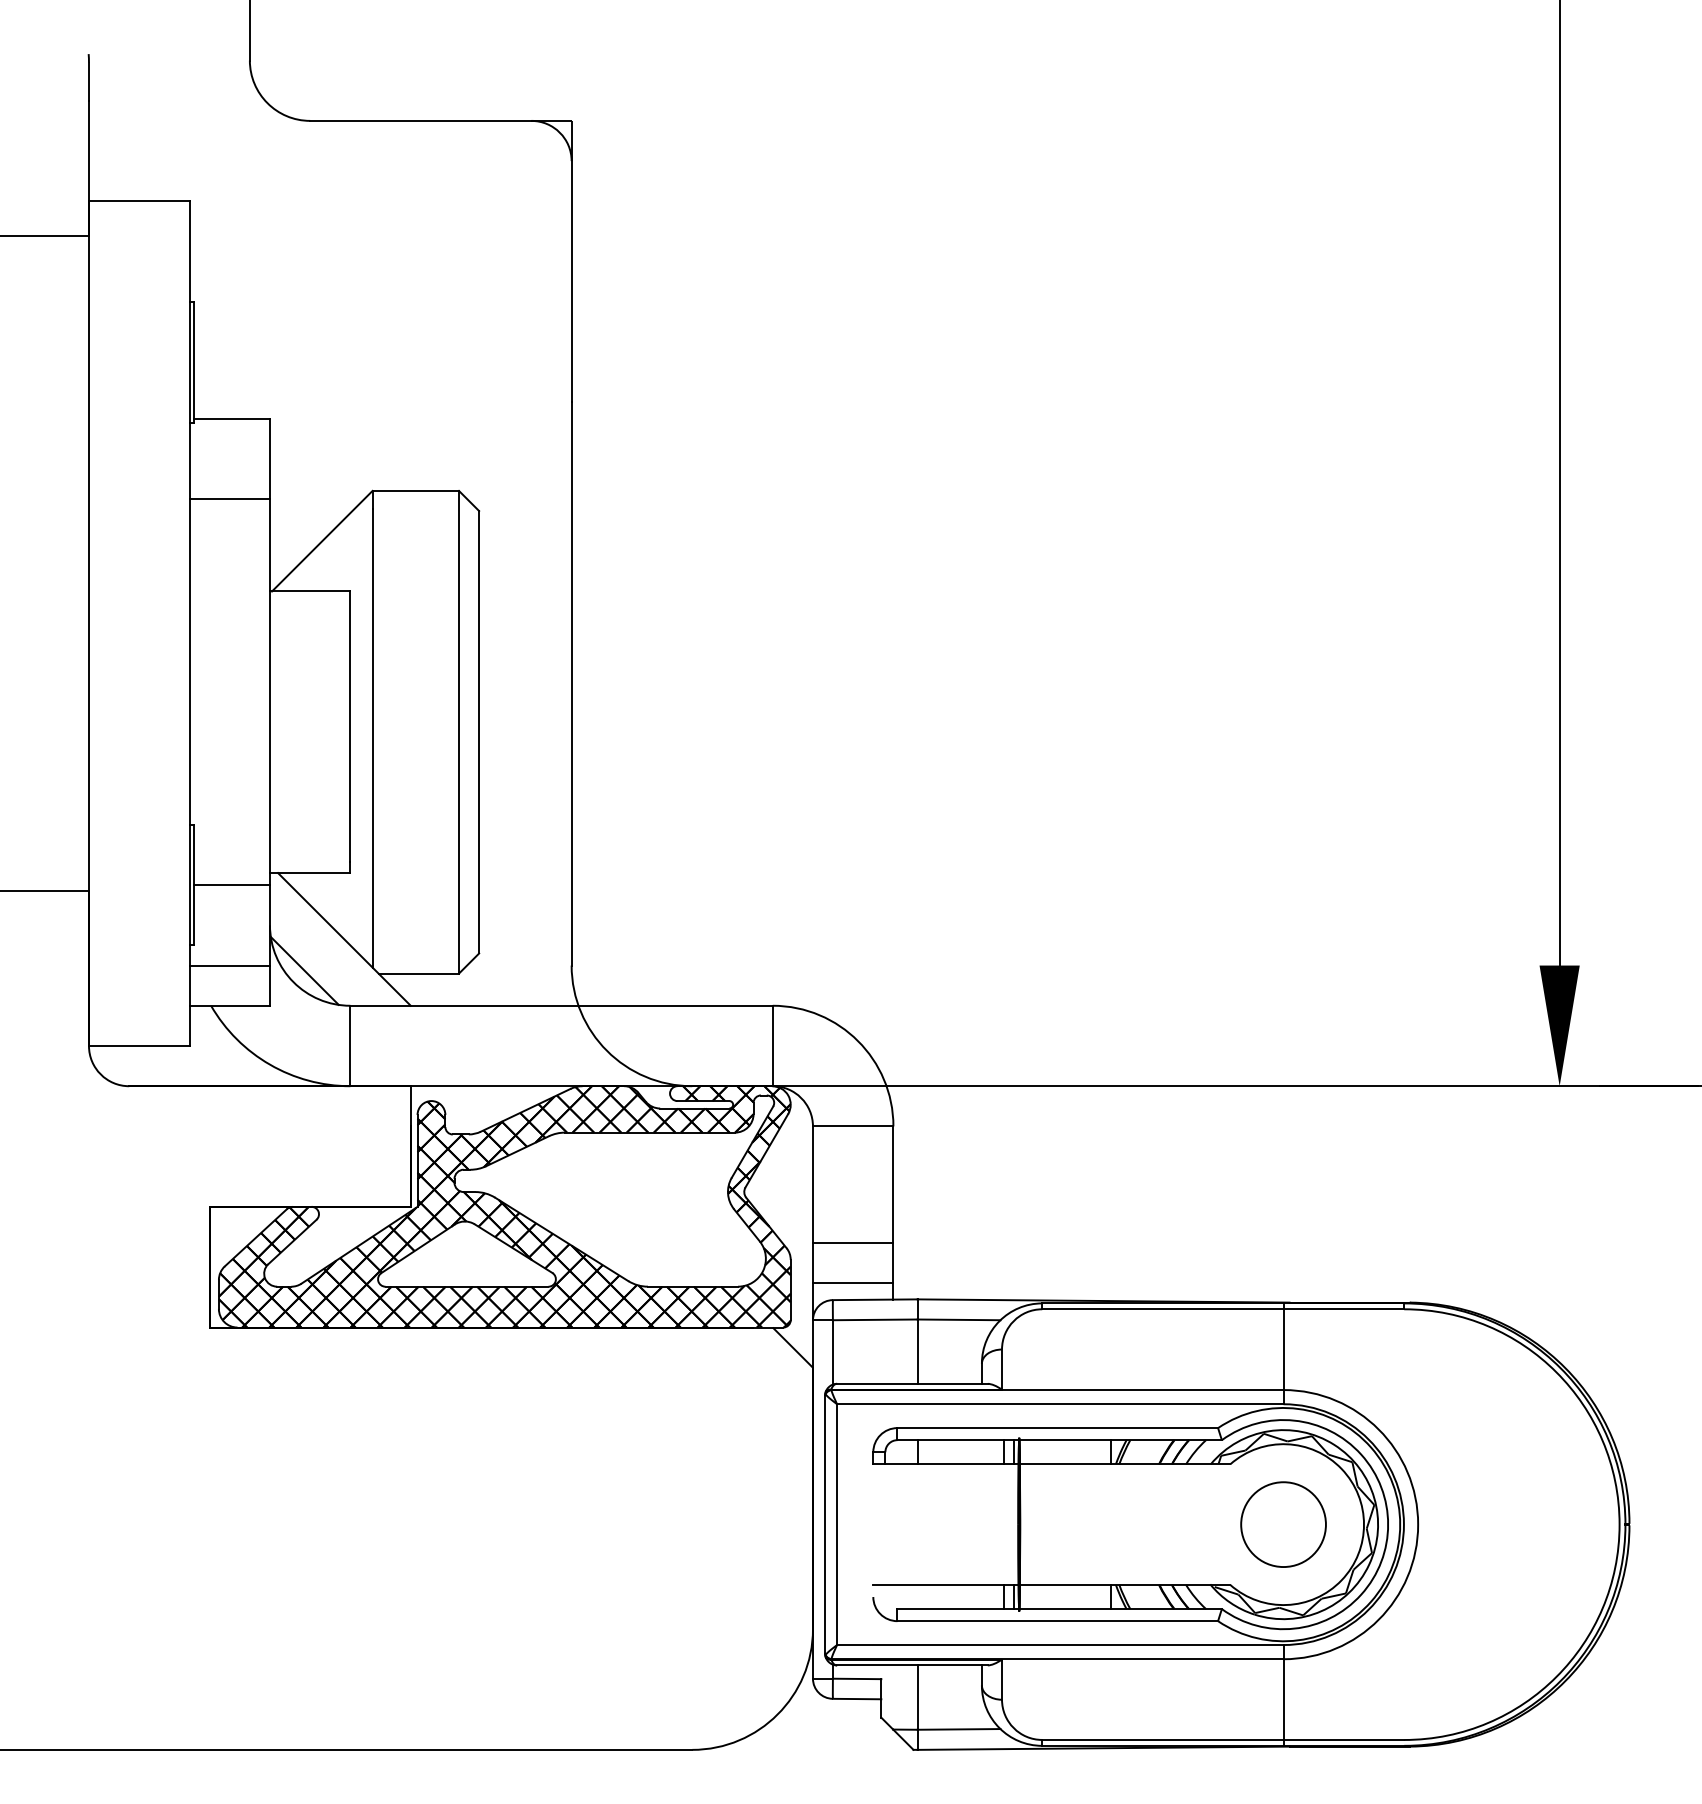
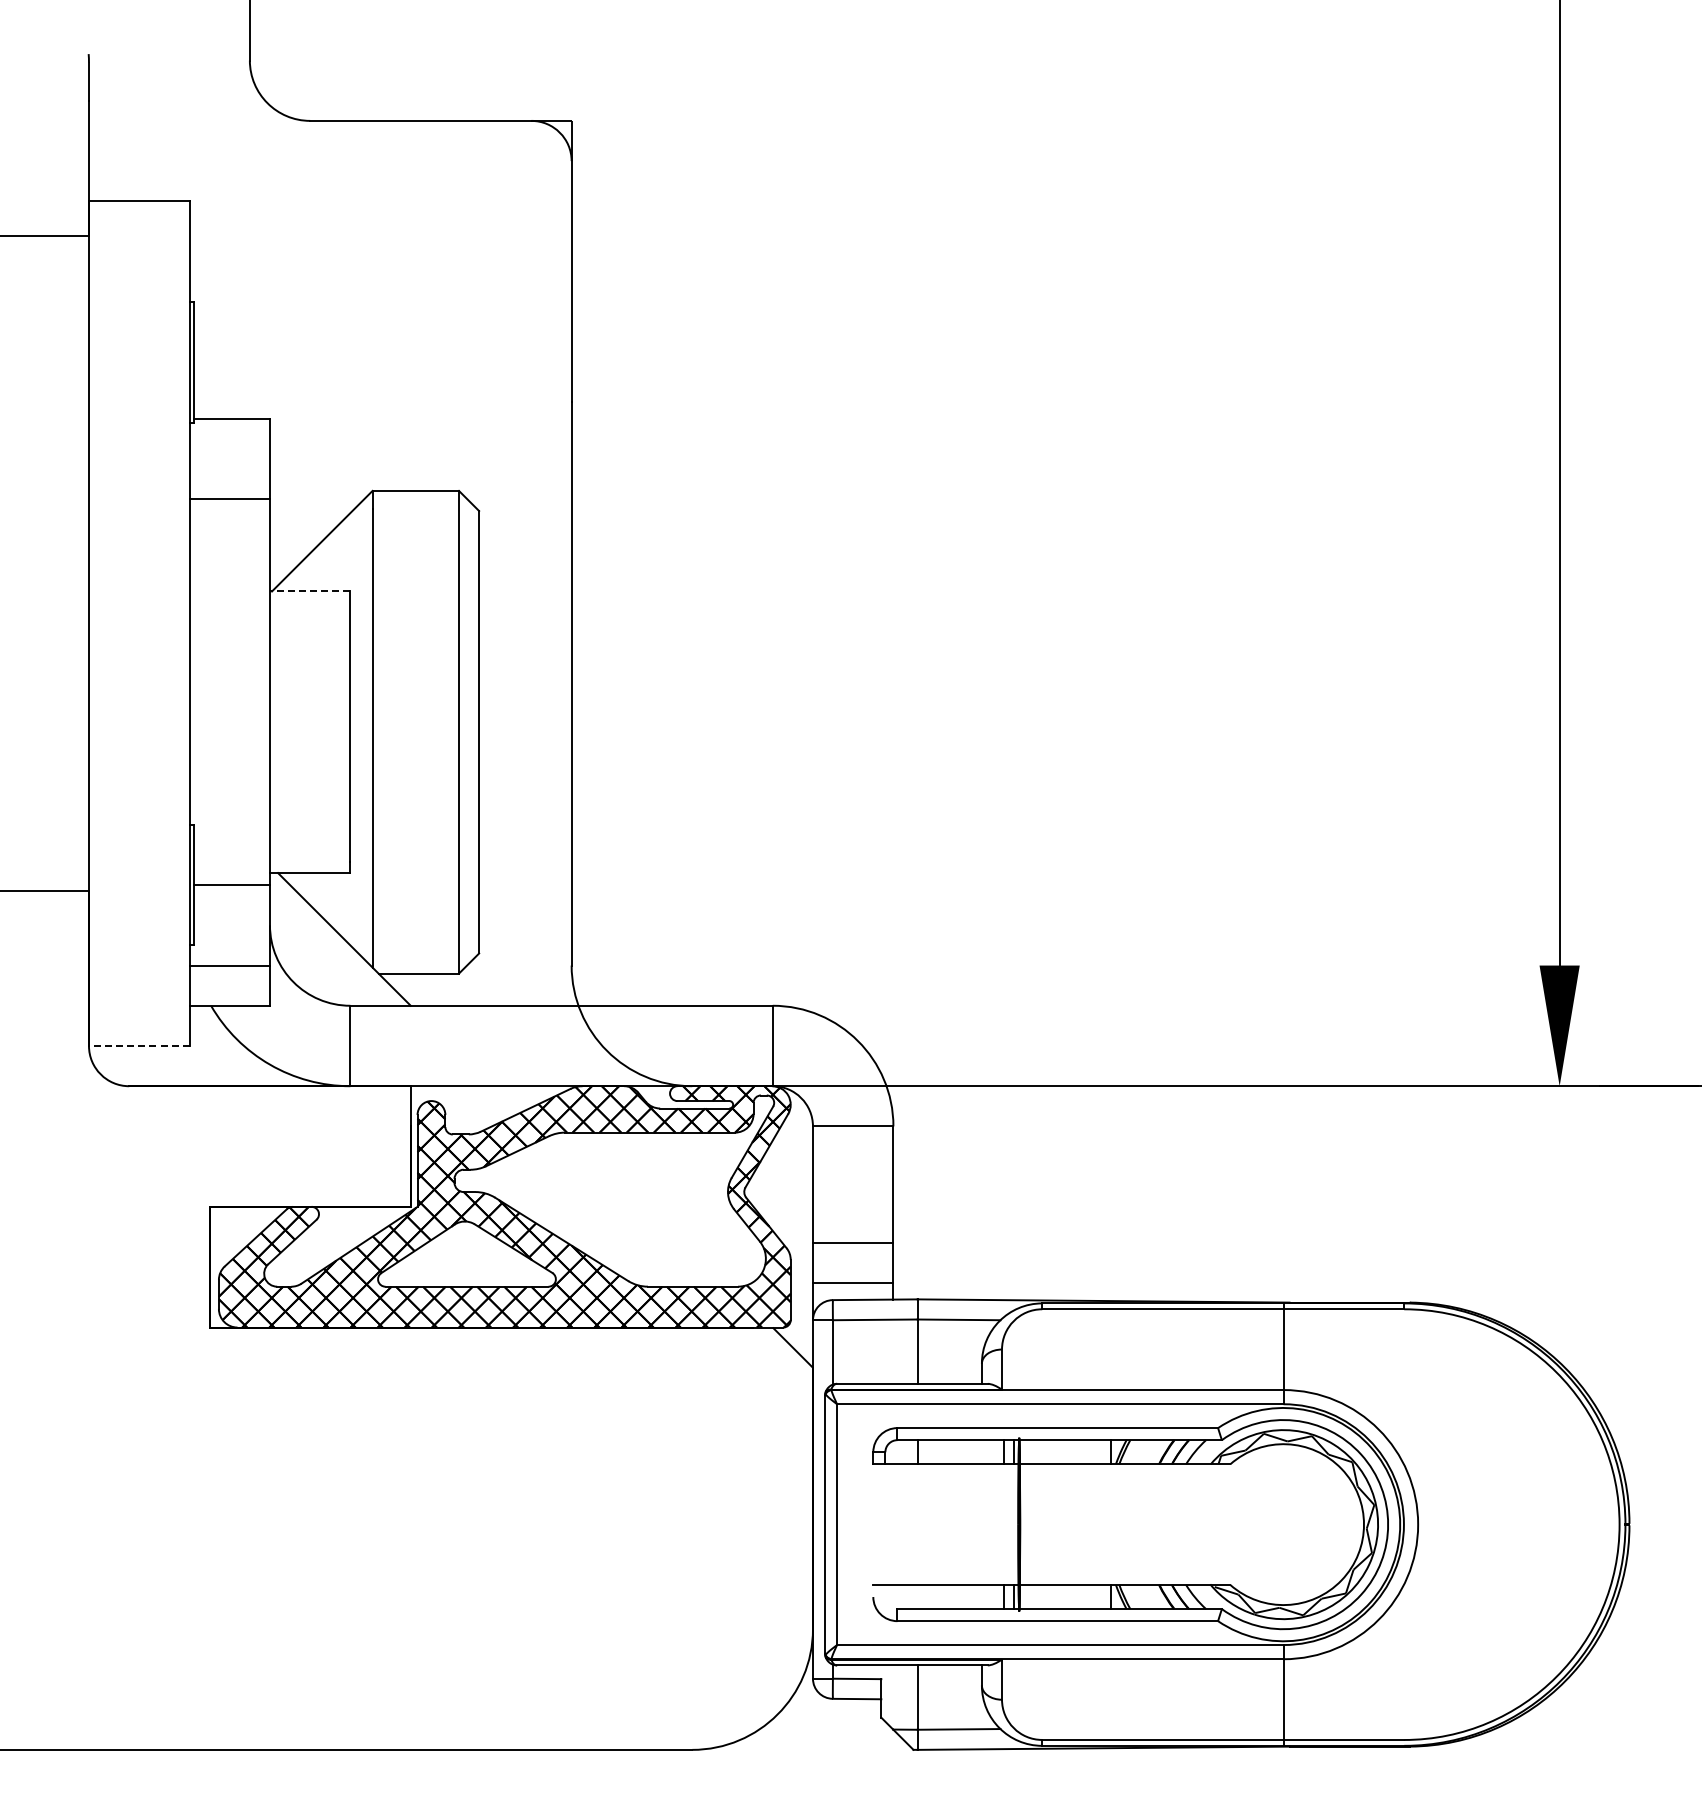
line at (309, 591): solid -> dashed
line at (304, 970): present -> none
line at (138, 1046): solid -> dashed
circle at (1283, 1524): present -> none
